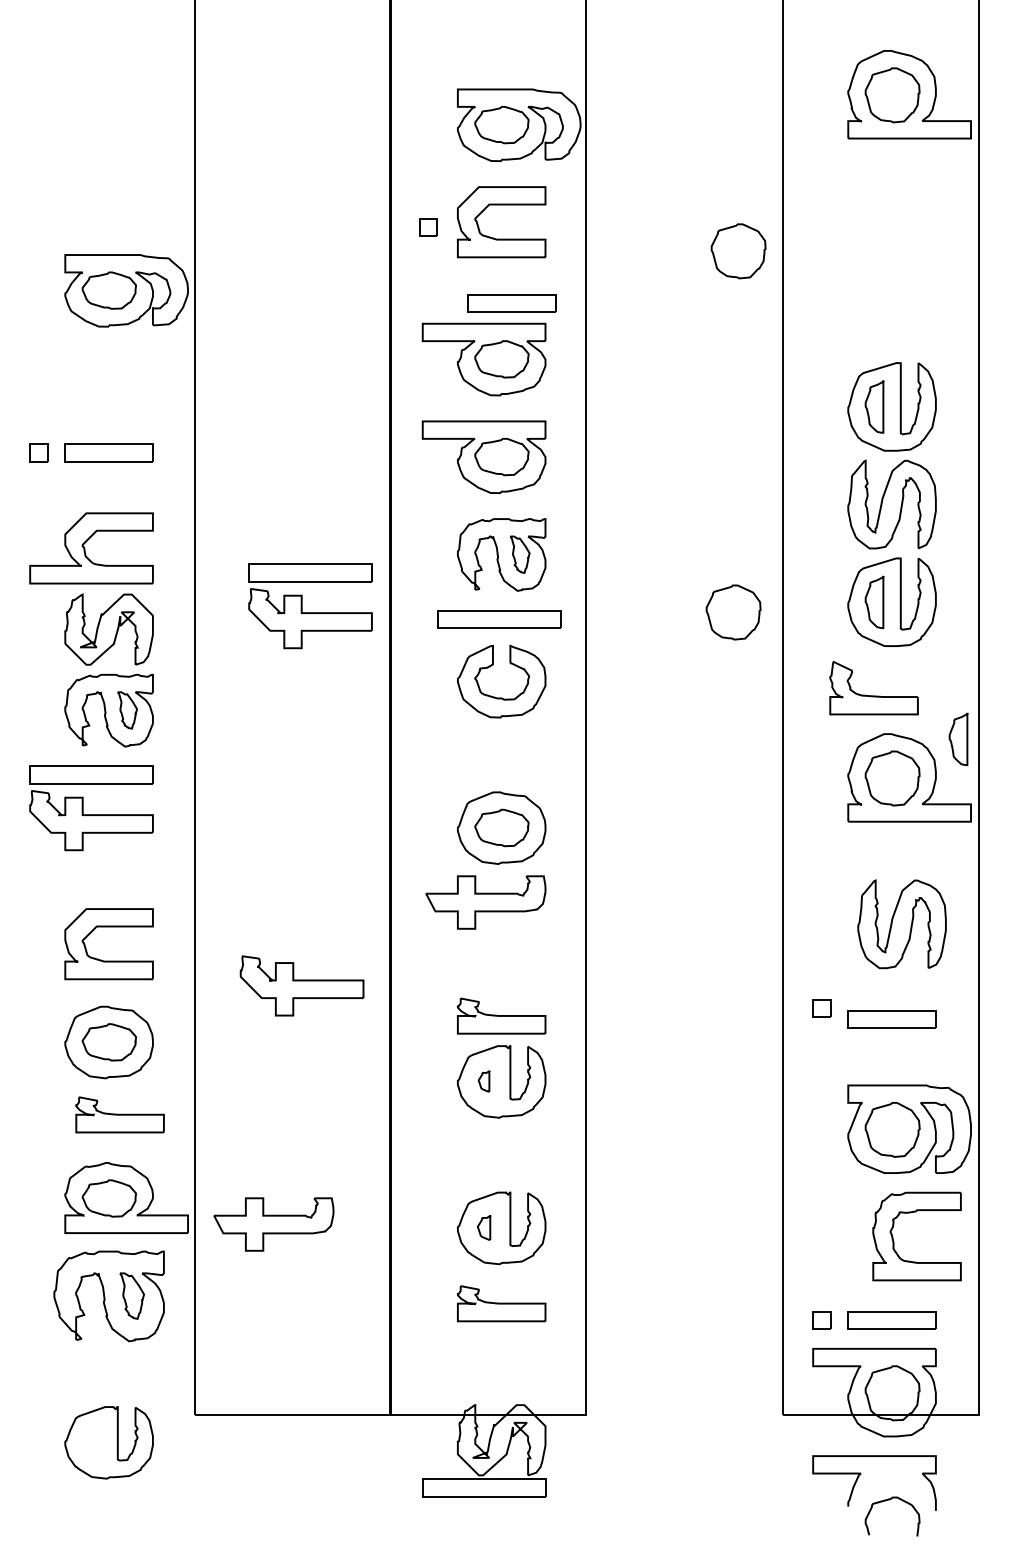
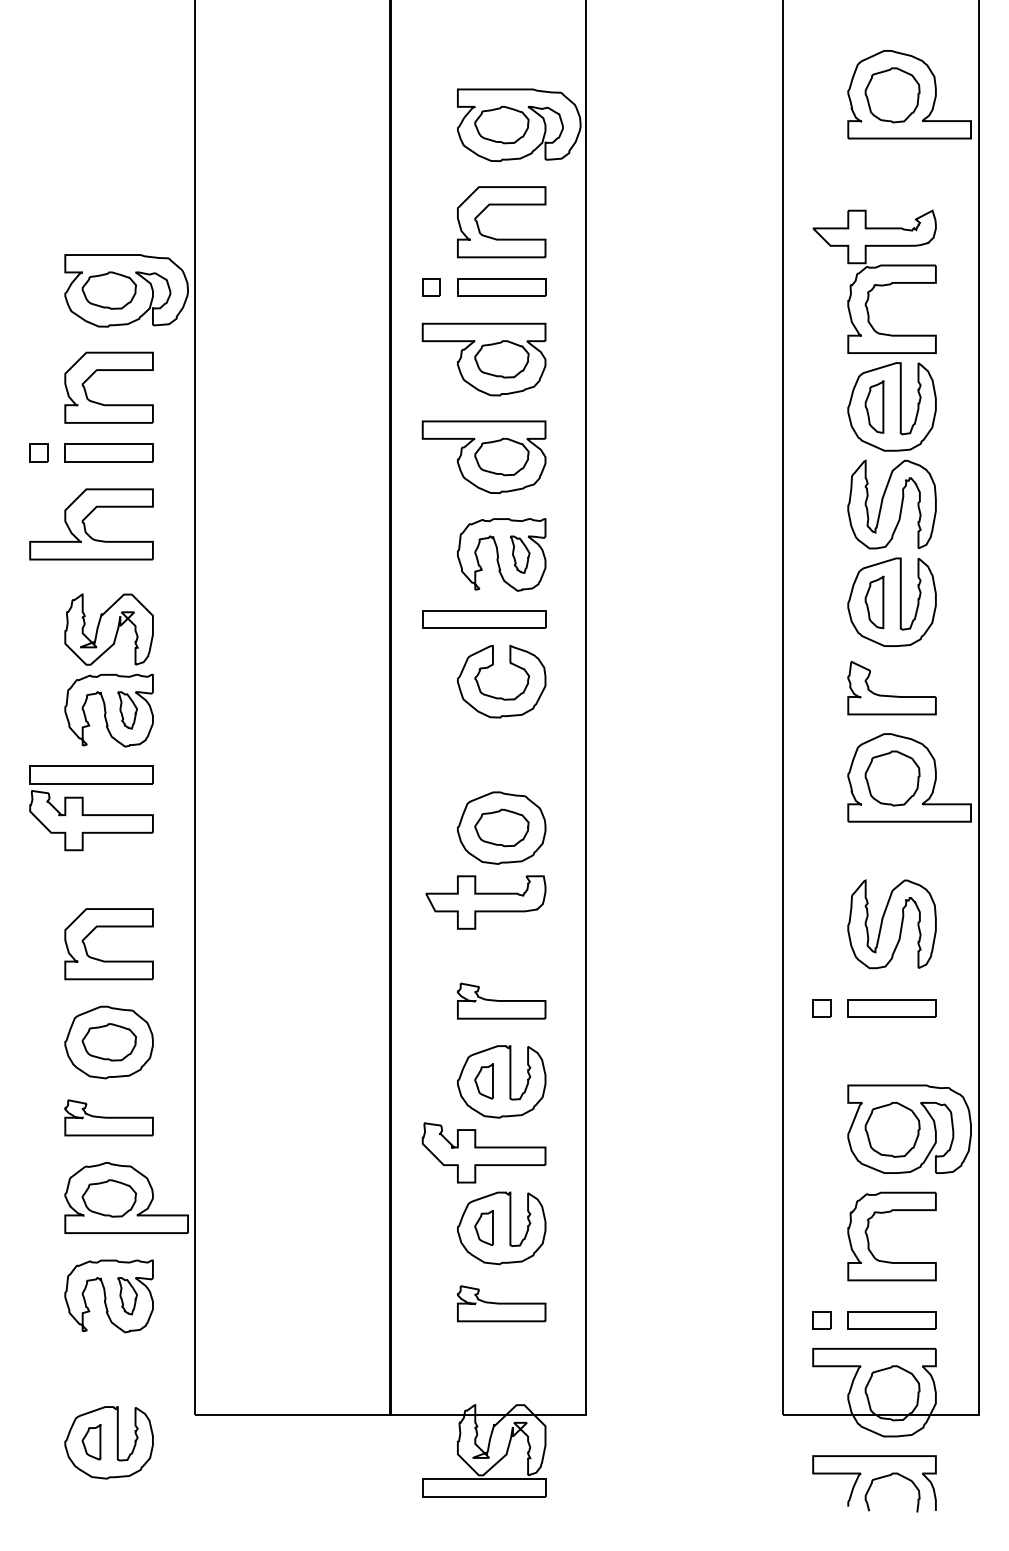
part at (428, 227) position: (428, 227) -> (431, 287)
part at (738, 251): present -> none
part at (874, 281): none -> present
part at (511, 303) position: (511, 303) -> (501, 287)
part at (108, 370): none -> present
part at (91, 548) position: (91, 548) -> (91, 524)
part at (310, 606): present -> none
part at (733, 612): present -> none
part at (499, 619) position: (499, 619) -> (484, 619)
part at (873, 695) position: (873, 695) -> (891, 695)
part at (958, 738): present -> none
part at (901, 924) position: (901, 924) -> (891, 924)
part at (301, 985) position: (301, 985) -> (483, 1152)
part at (501, 1015) position: (501, 1015) -> (501, 1000)
part at (891, 1019) position: (891, 1019) -> (891, 1008)
part at (483, 1081) size: 14x23 px -> 20x37 px
part at (119, 1114) position: (119, 1114) -> (108, 1117)
part at (273, 1224): present -> none
part at (484, 1227) size: 15x26 px -> 20x36 px
part at (894, 1241) position: (894, 1241) -> (869, 1241)
part at (108, 1296) size: 112x93 px -> 90x75 px
part at (91, 1442): none -> present
curve at (886, 1501) position: (886, 1501) -> (886, 1477)
